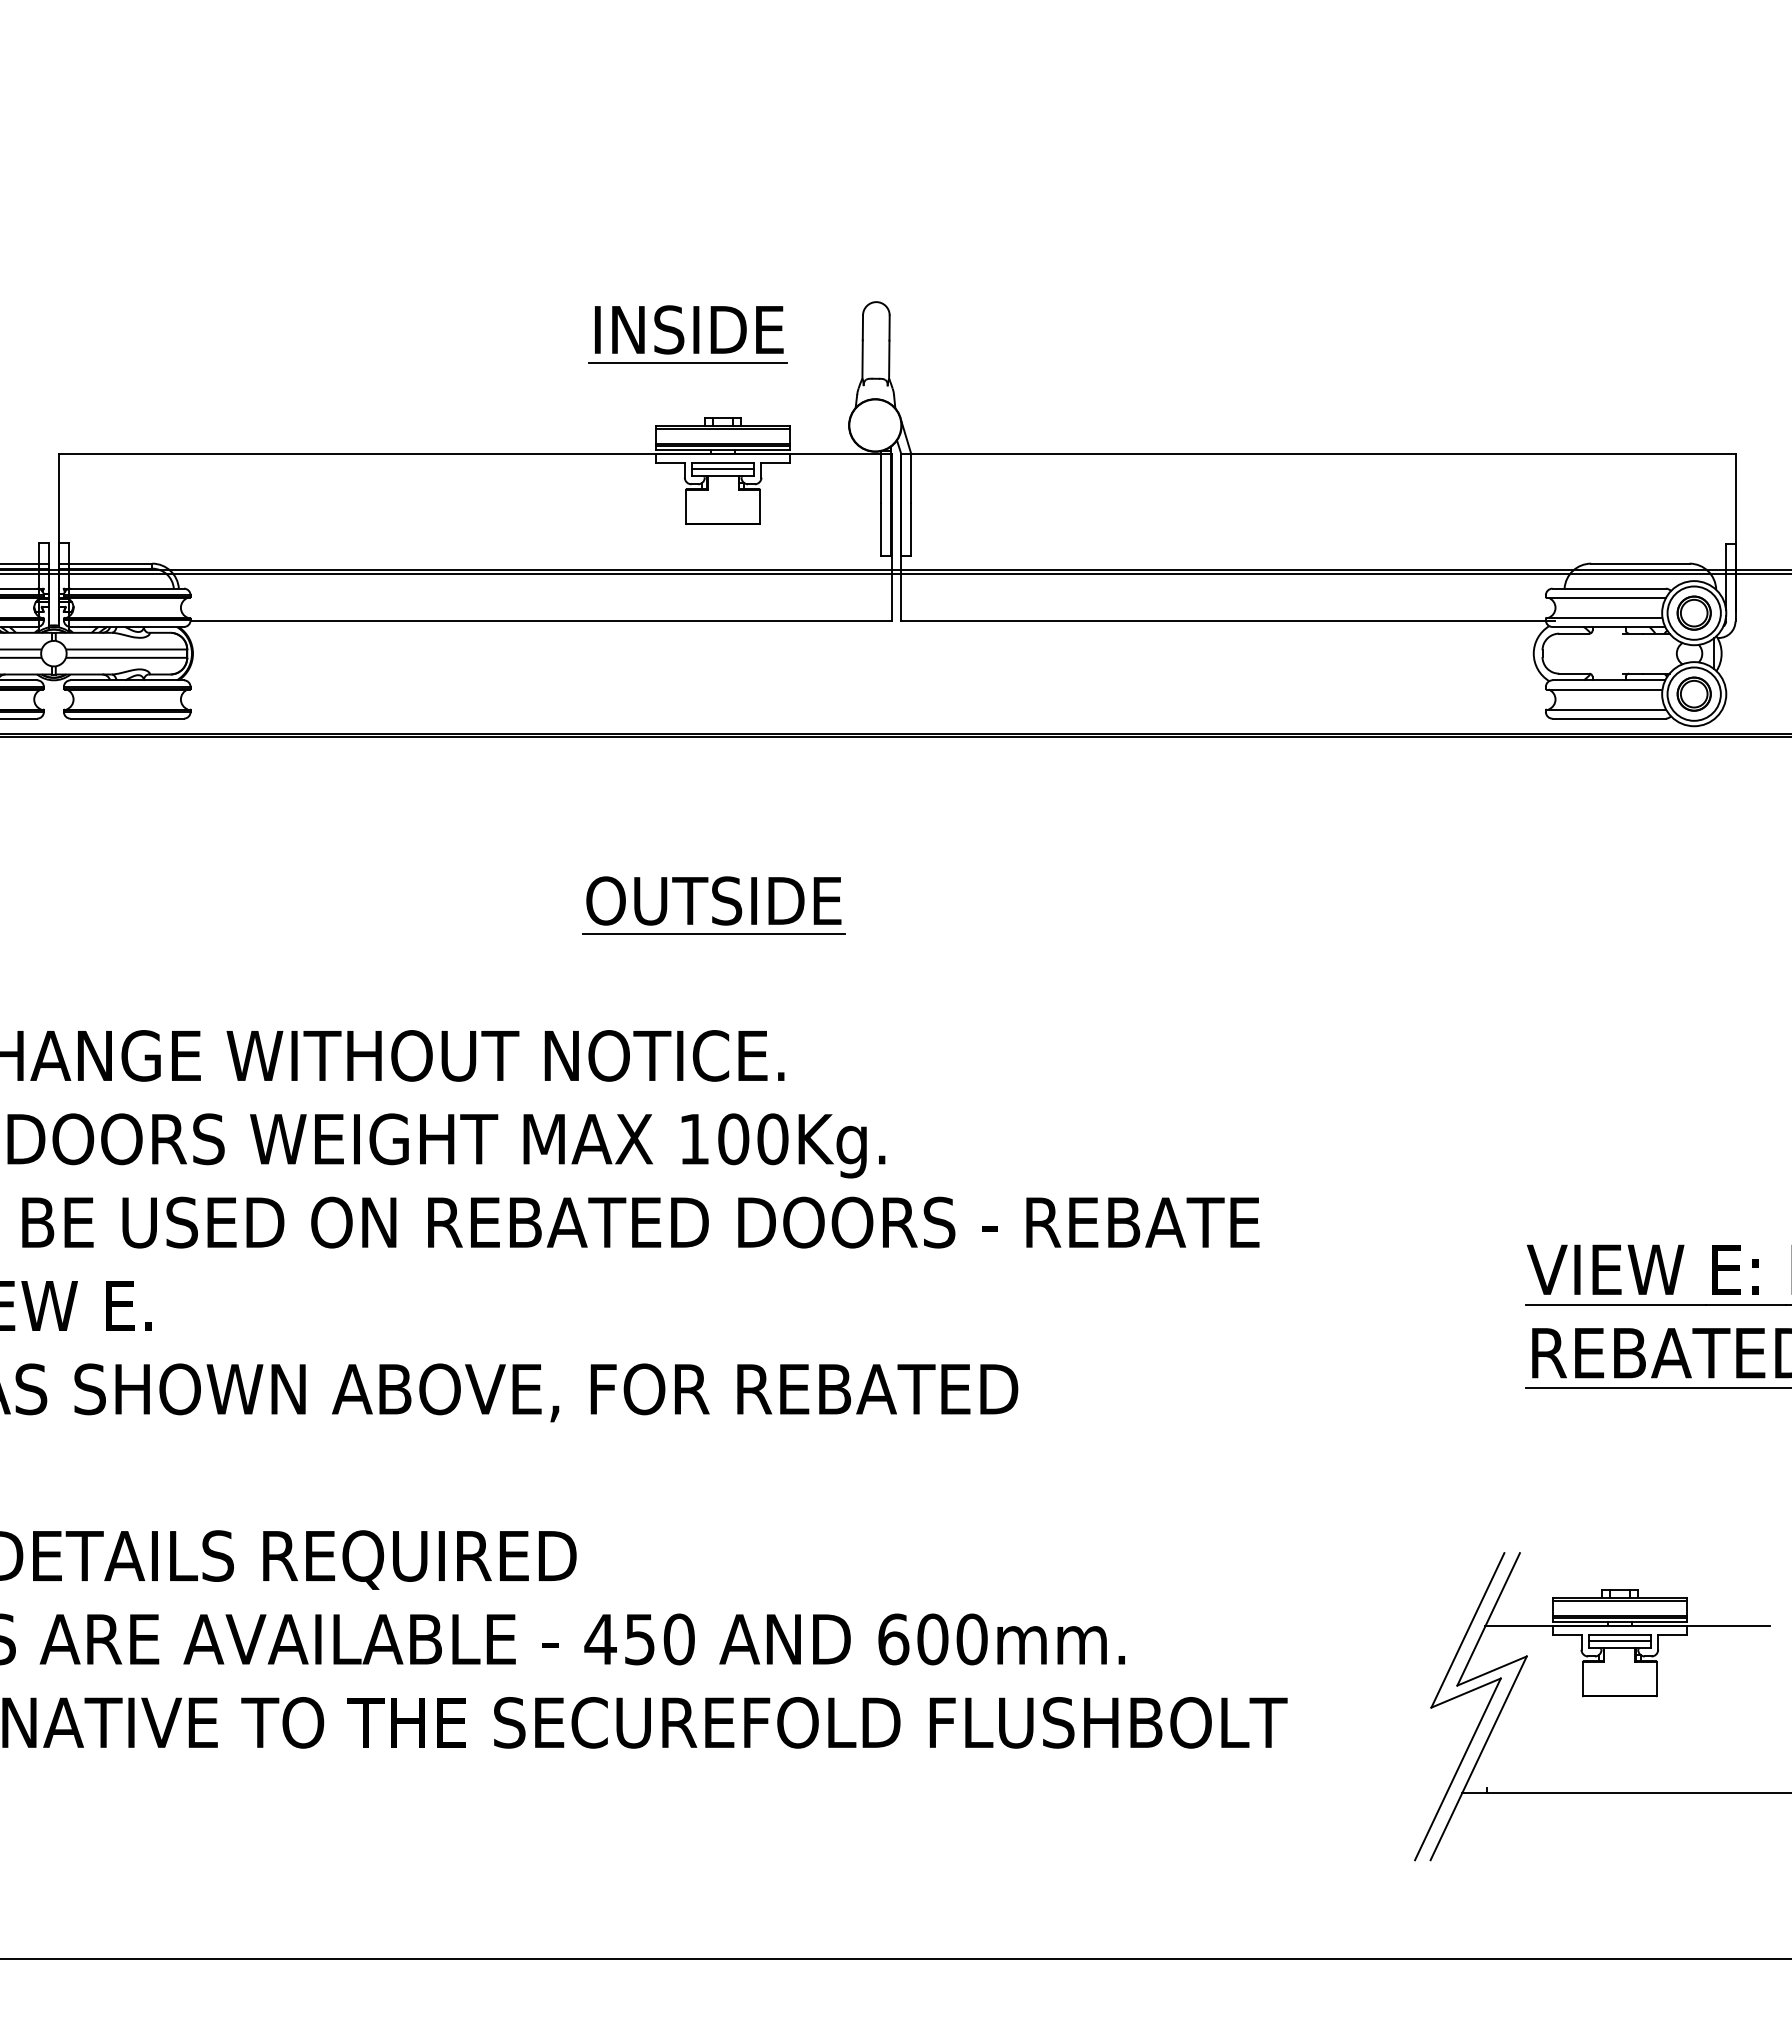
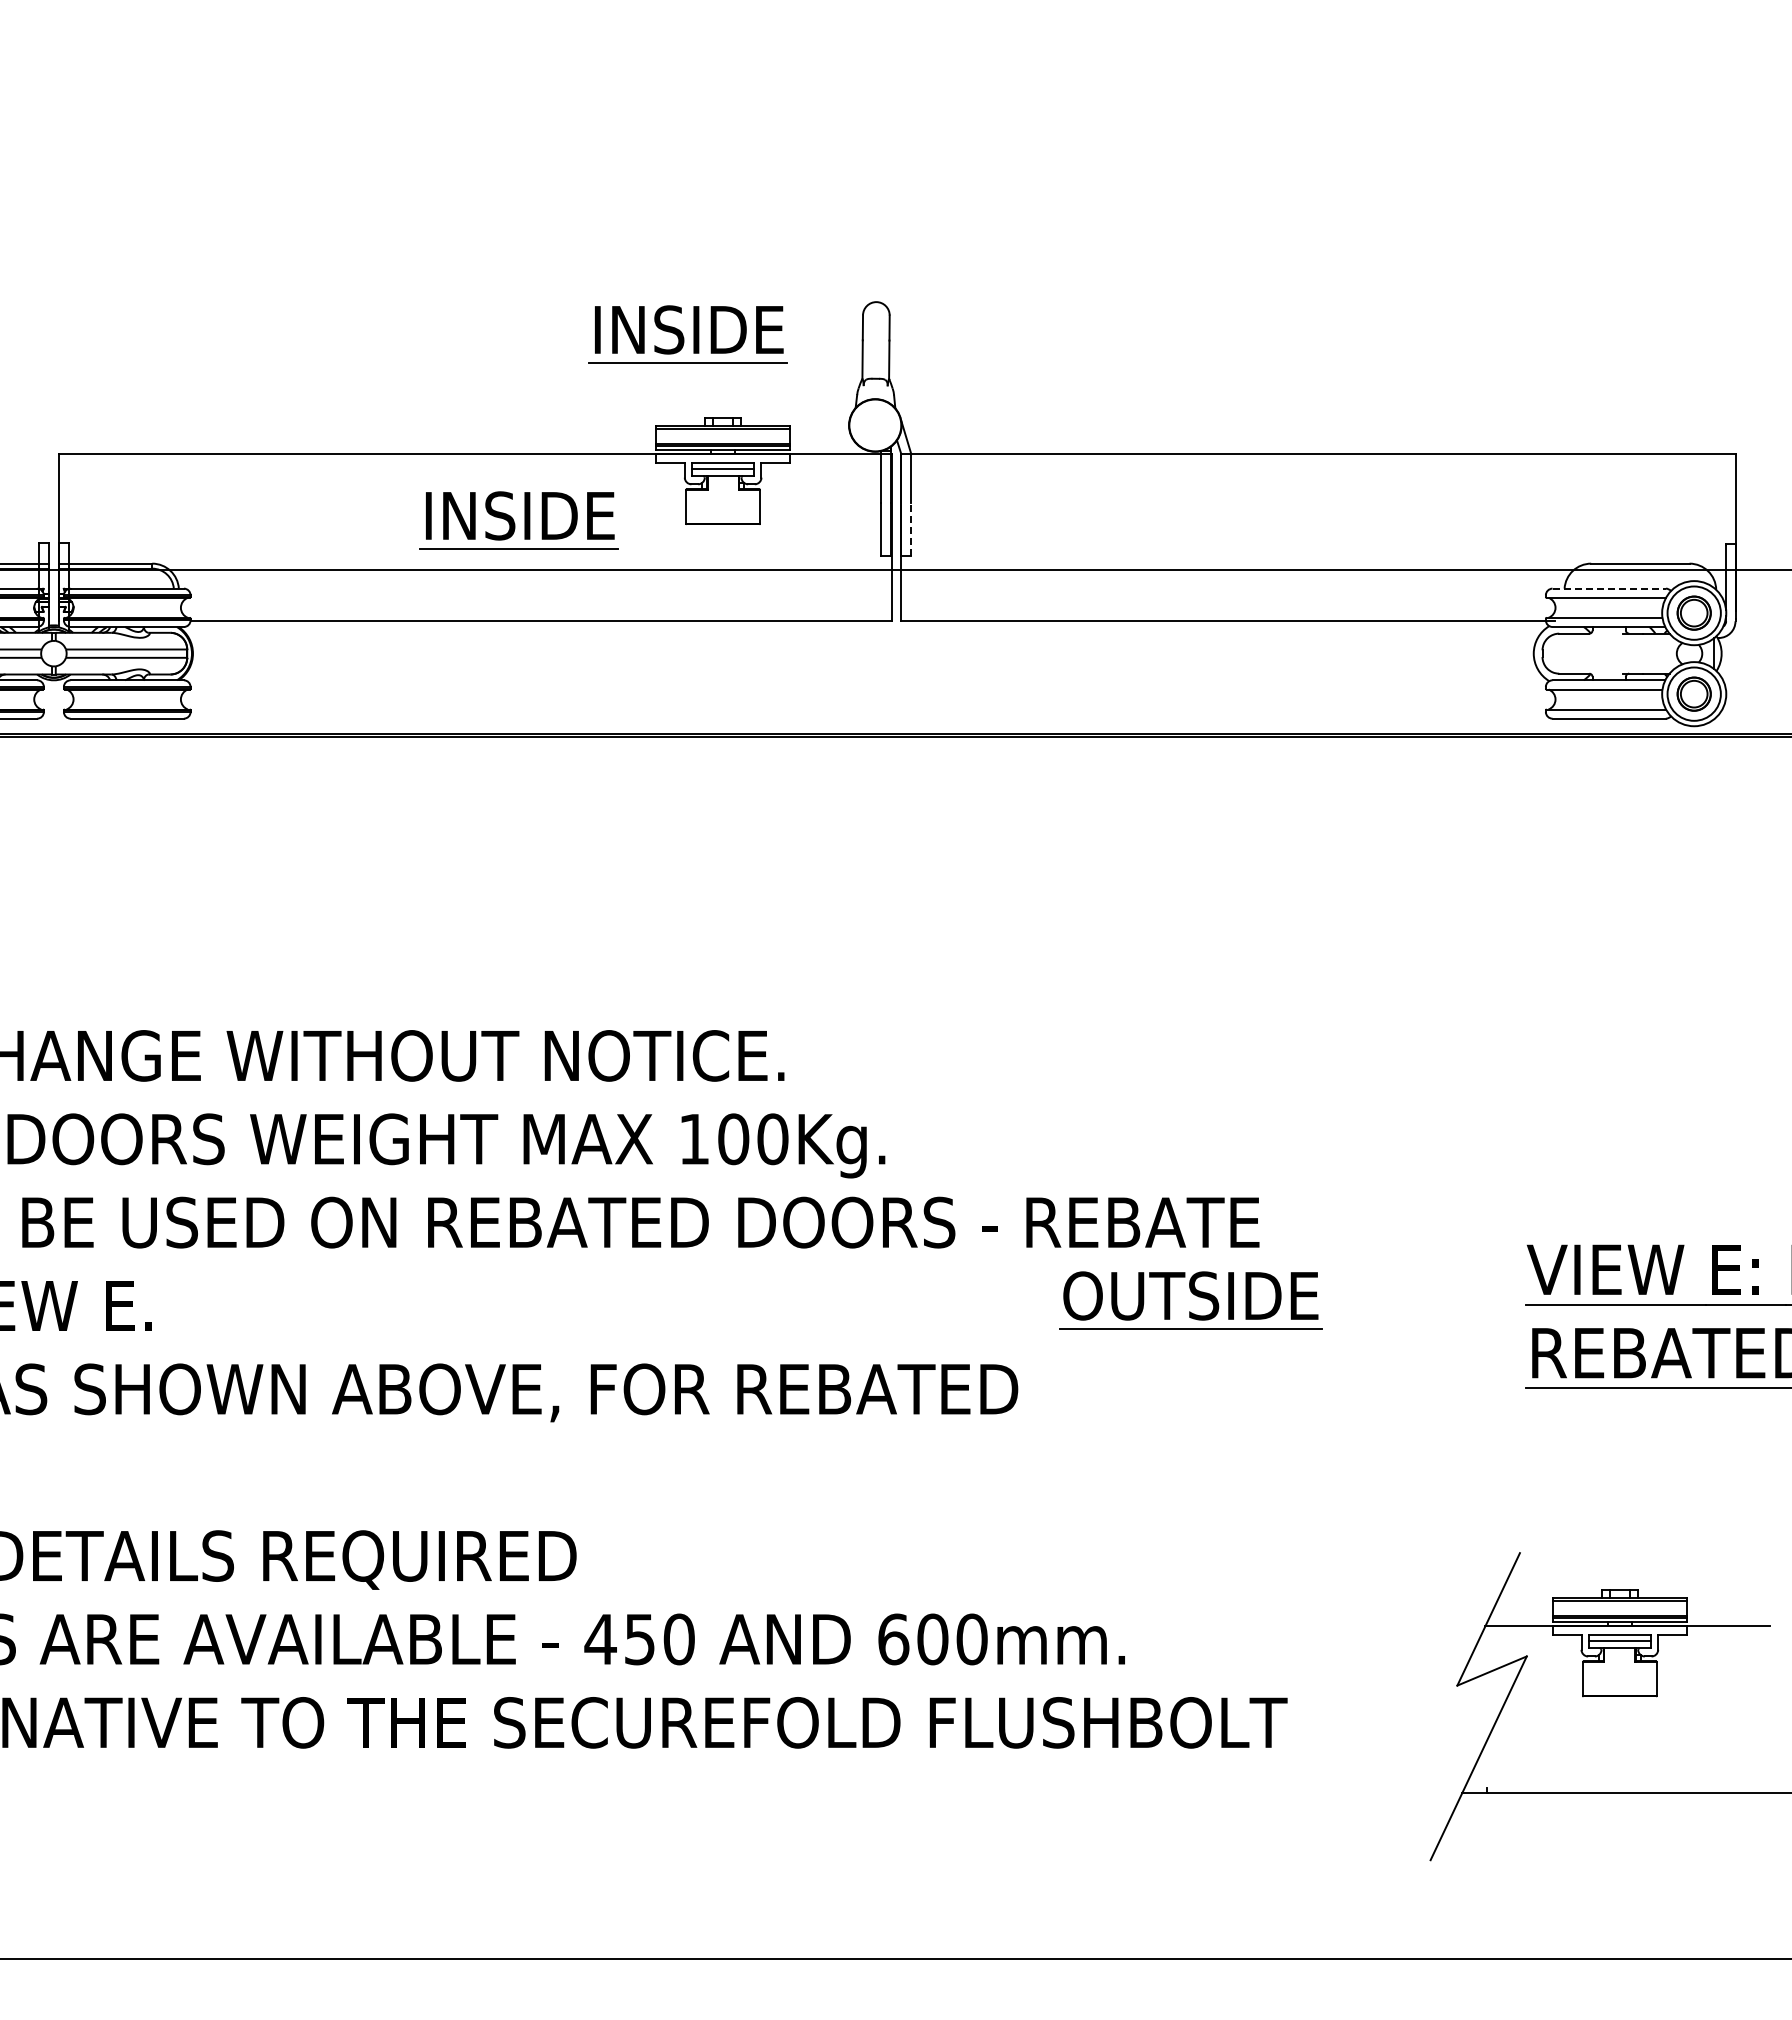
part at (518, 520): none -> present
line at (911, 529): solid -> dashed
line at (895, 573): present -> none
line at (1609, 588): solid -> dashed
part at (717, 900) position: (717, 900) -> (1194, 1295)
part at (1456, 1698): present -> none
